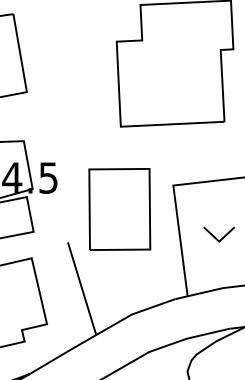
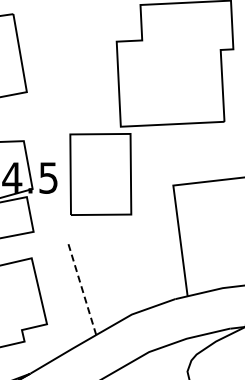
part at (119, 209) position: (119, 209) -> (100, 174)
part at (218, 234): present -> none
line at (81, 288): solid -> dashed
